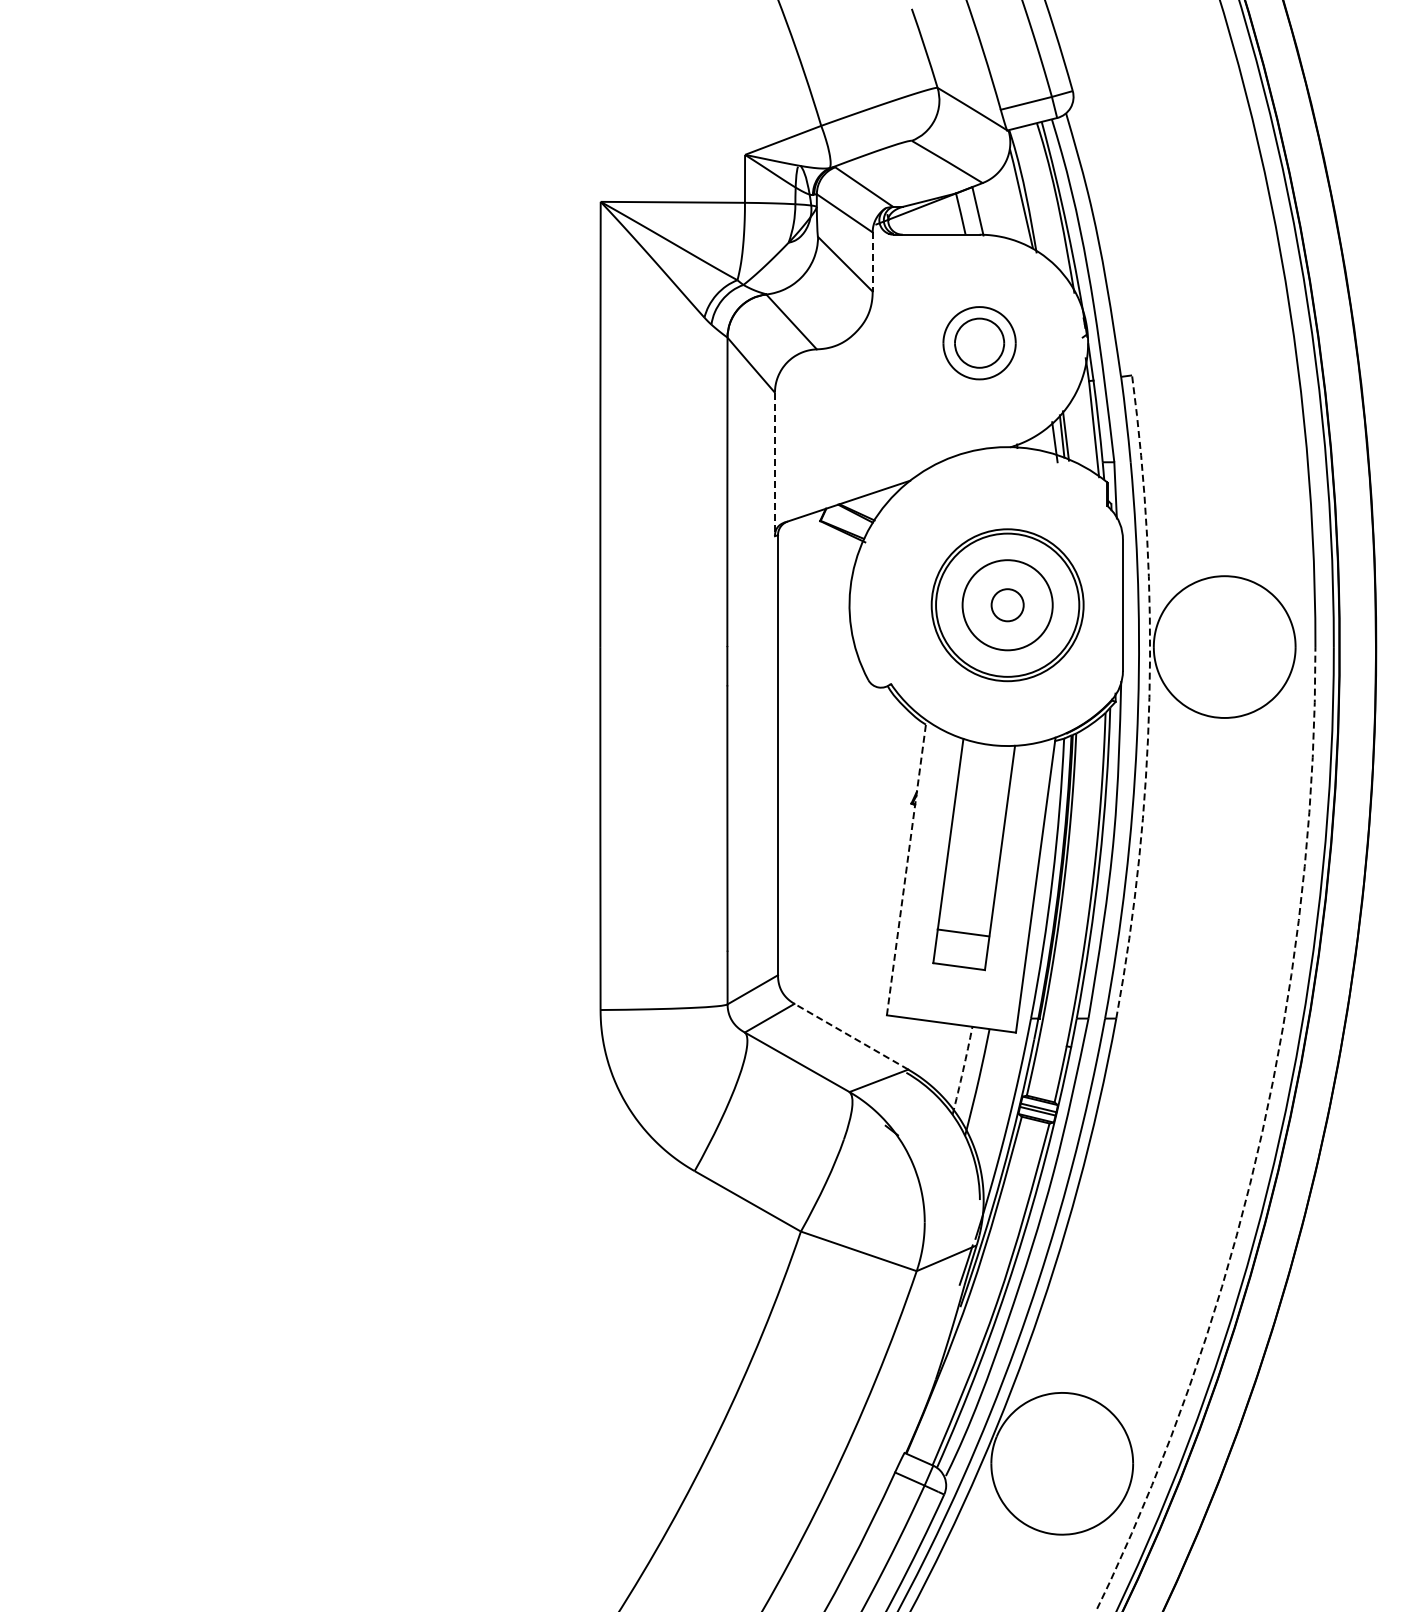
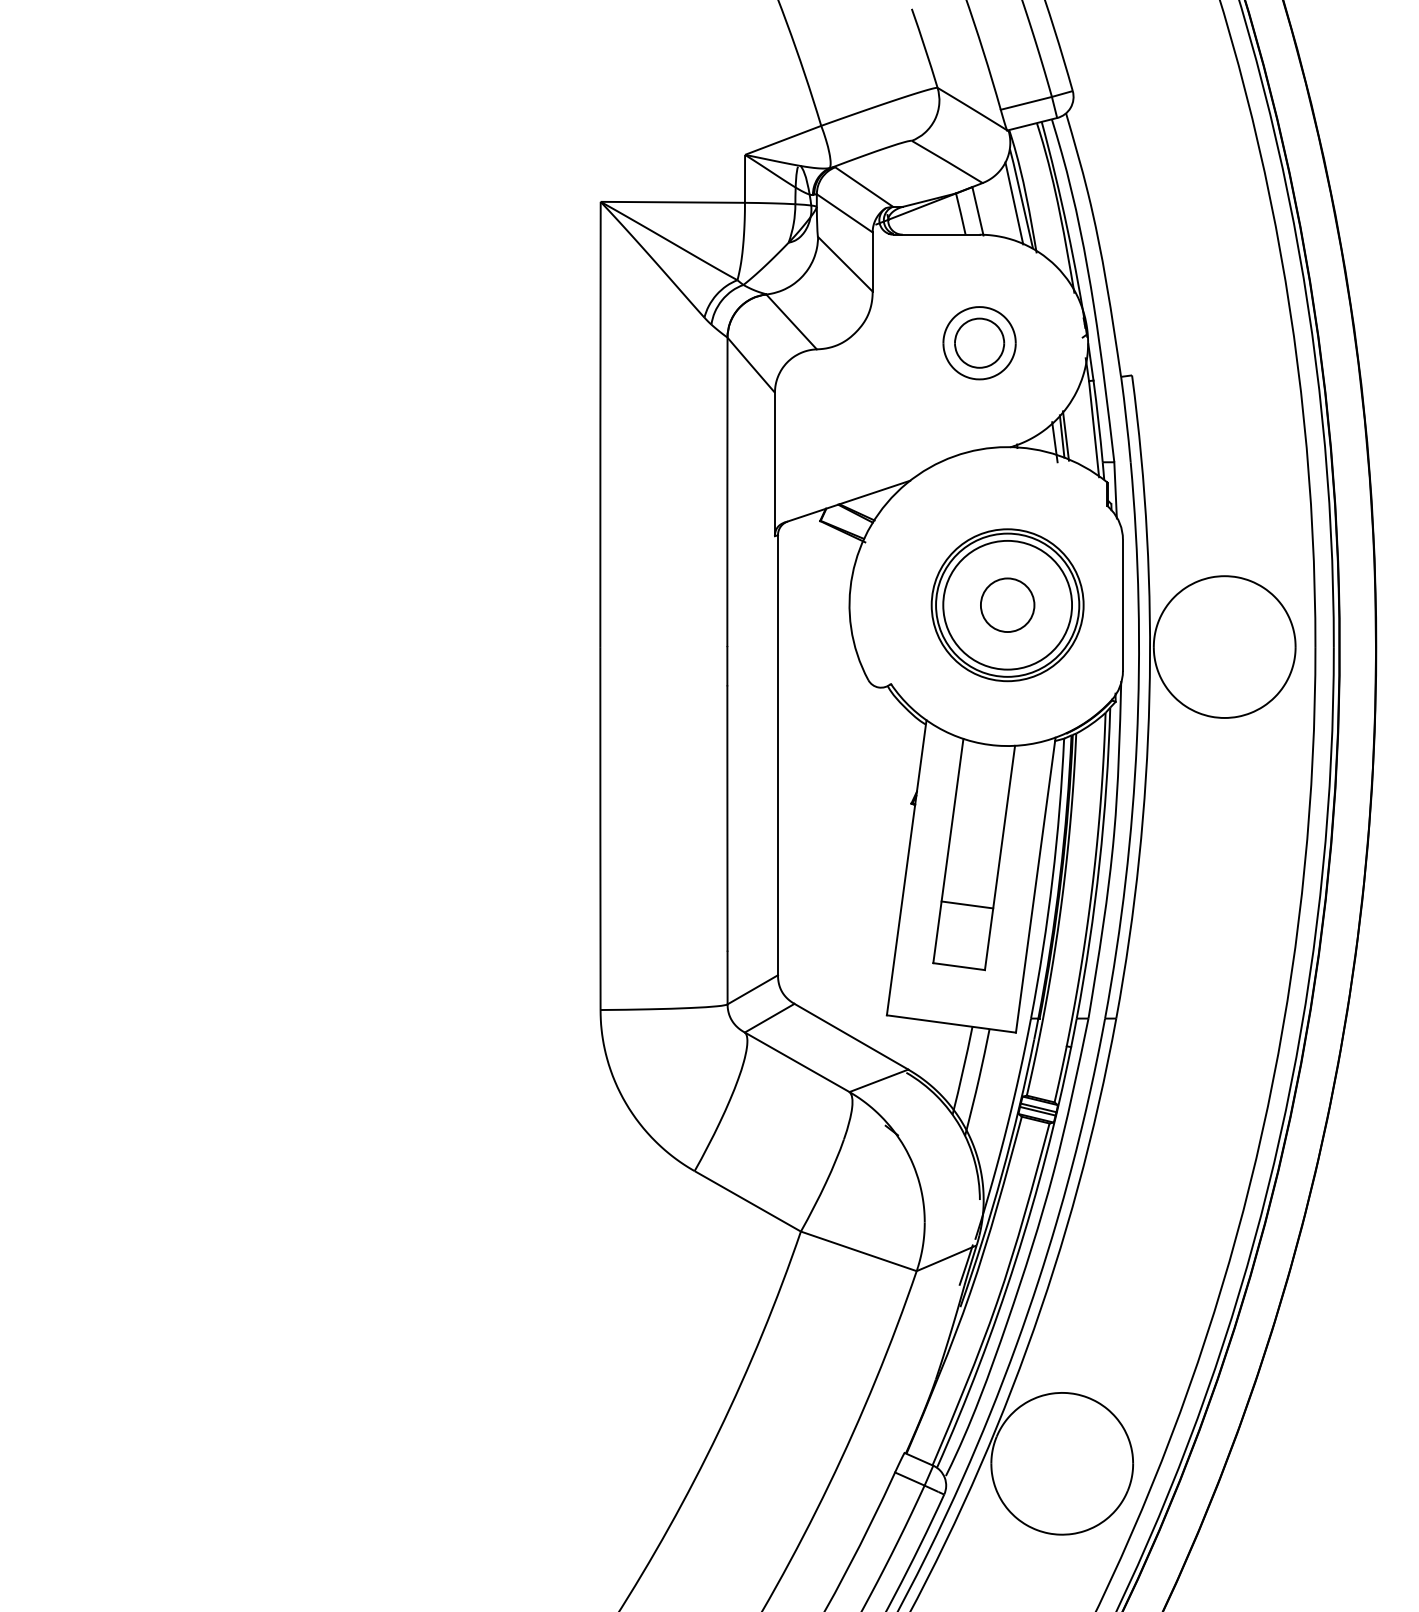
line at (1014, 203): none -> present
line at (872, 262): dashed -> solid
line at (774, 464): dashed -> solid
circle at (1007, 605) diameter: 32 px -> 54 px
circle at (1007, 605) diameter: 90 px -> 129 px
arc at (1149, 697): dashed -> solid
line at (906, 867): dashed -> solid
line at (963, 932) position: (963, 932) -> (967, 904)
line at (851, 1036): dashed -> solid
arc at (963, 1070): dashed -> solid
arc at (1259, 1143): dashed -> solid
